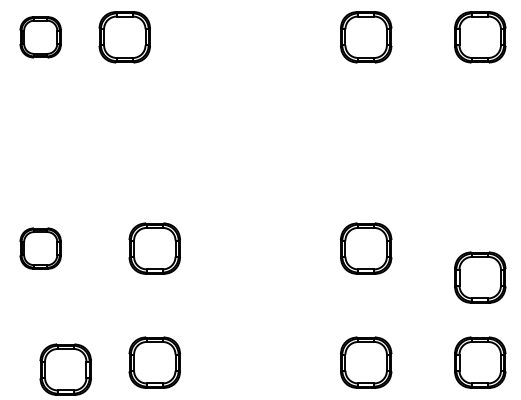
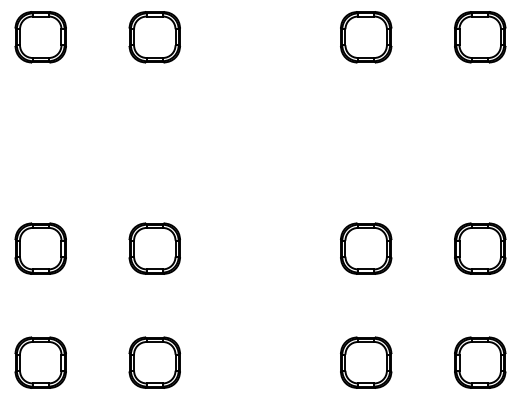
part at (40, 37) size: 43x43 px -> 53x53 px
part at (124, 37) position: (124, 37) -> (154, 37)
part at (40, 248) size: 43x43 px -> 53x53 px
part at (480, 277) position: (480, 277) -> (480, 248)
part at (65, 369) position: (65, 369) -> (40, 362)
